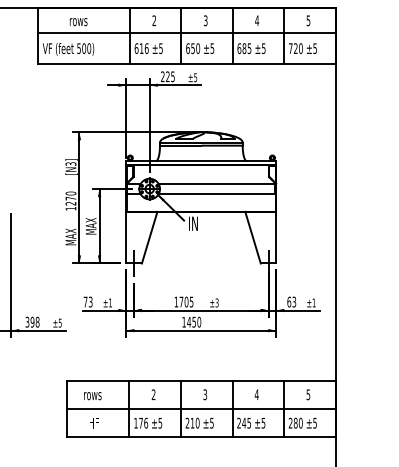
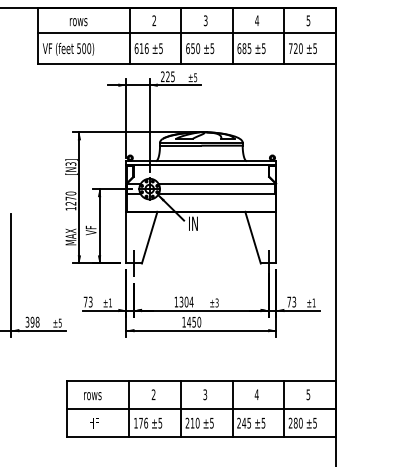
text at (90, 226): MAX -> VF
text at (186, 301): 1705 -> 1304
text at (289, 301): 63 -> 73
